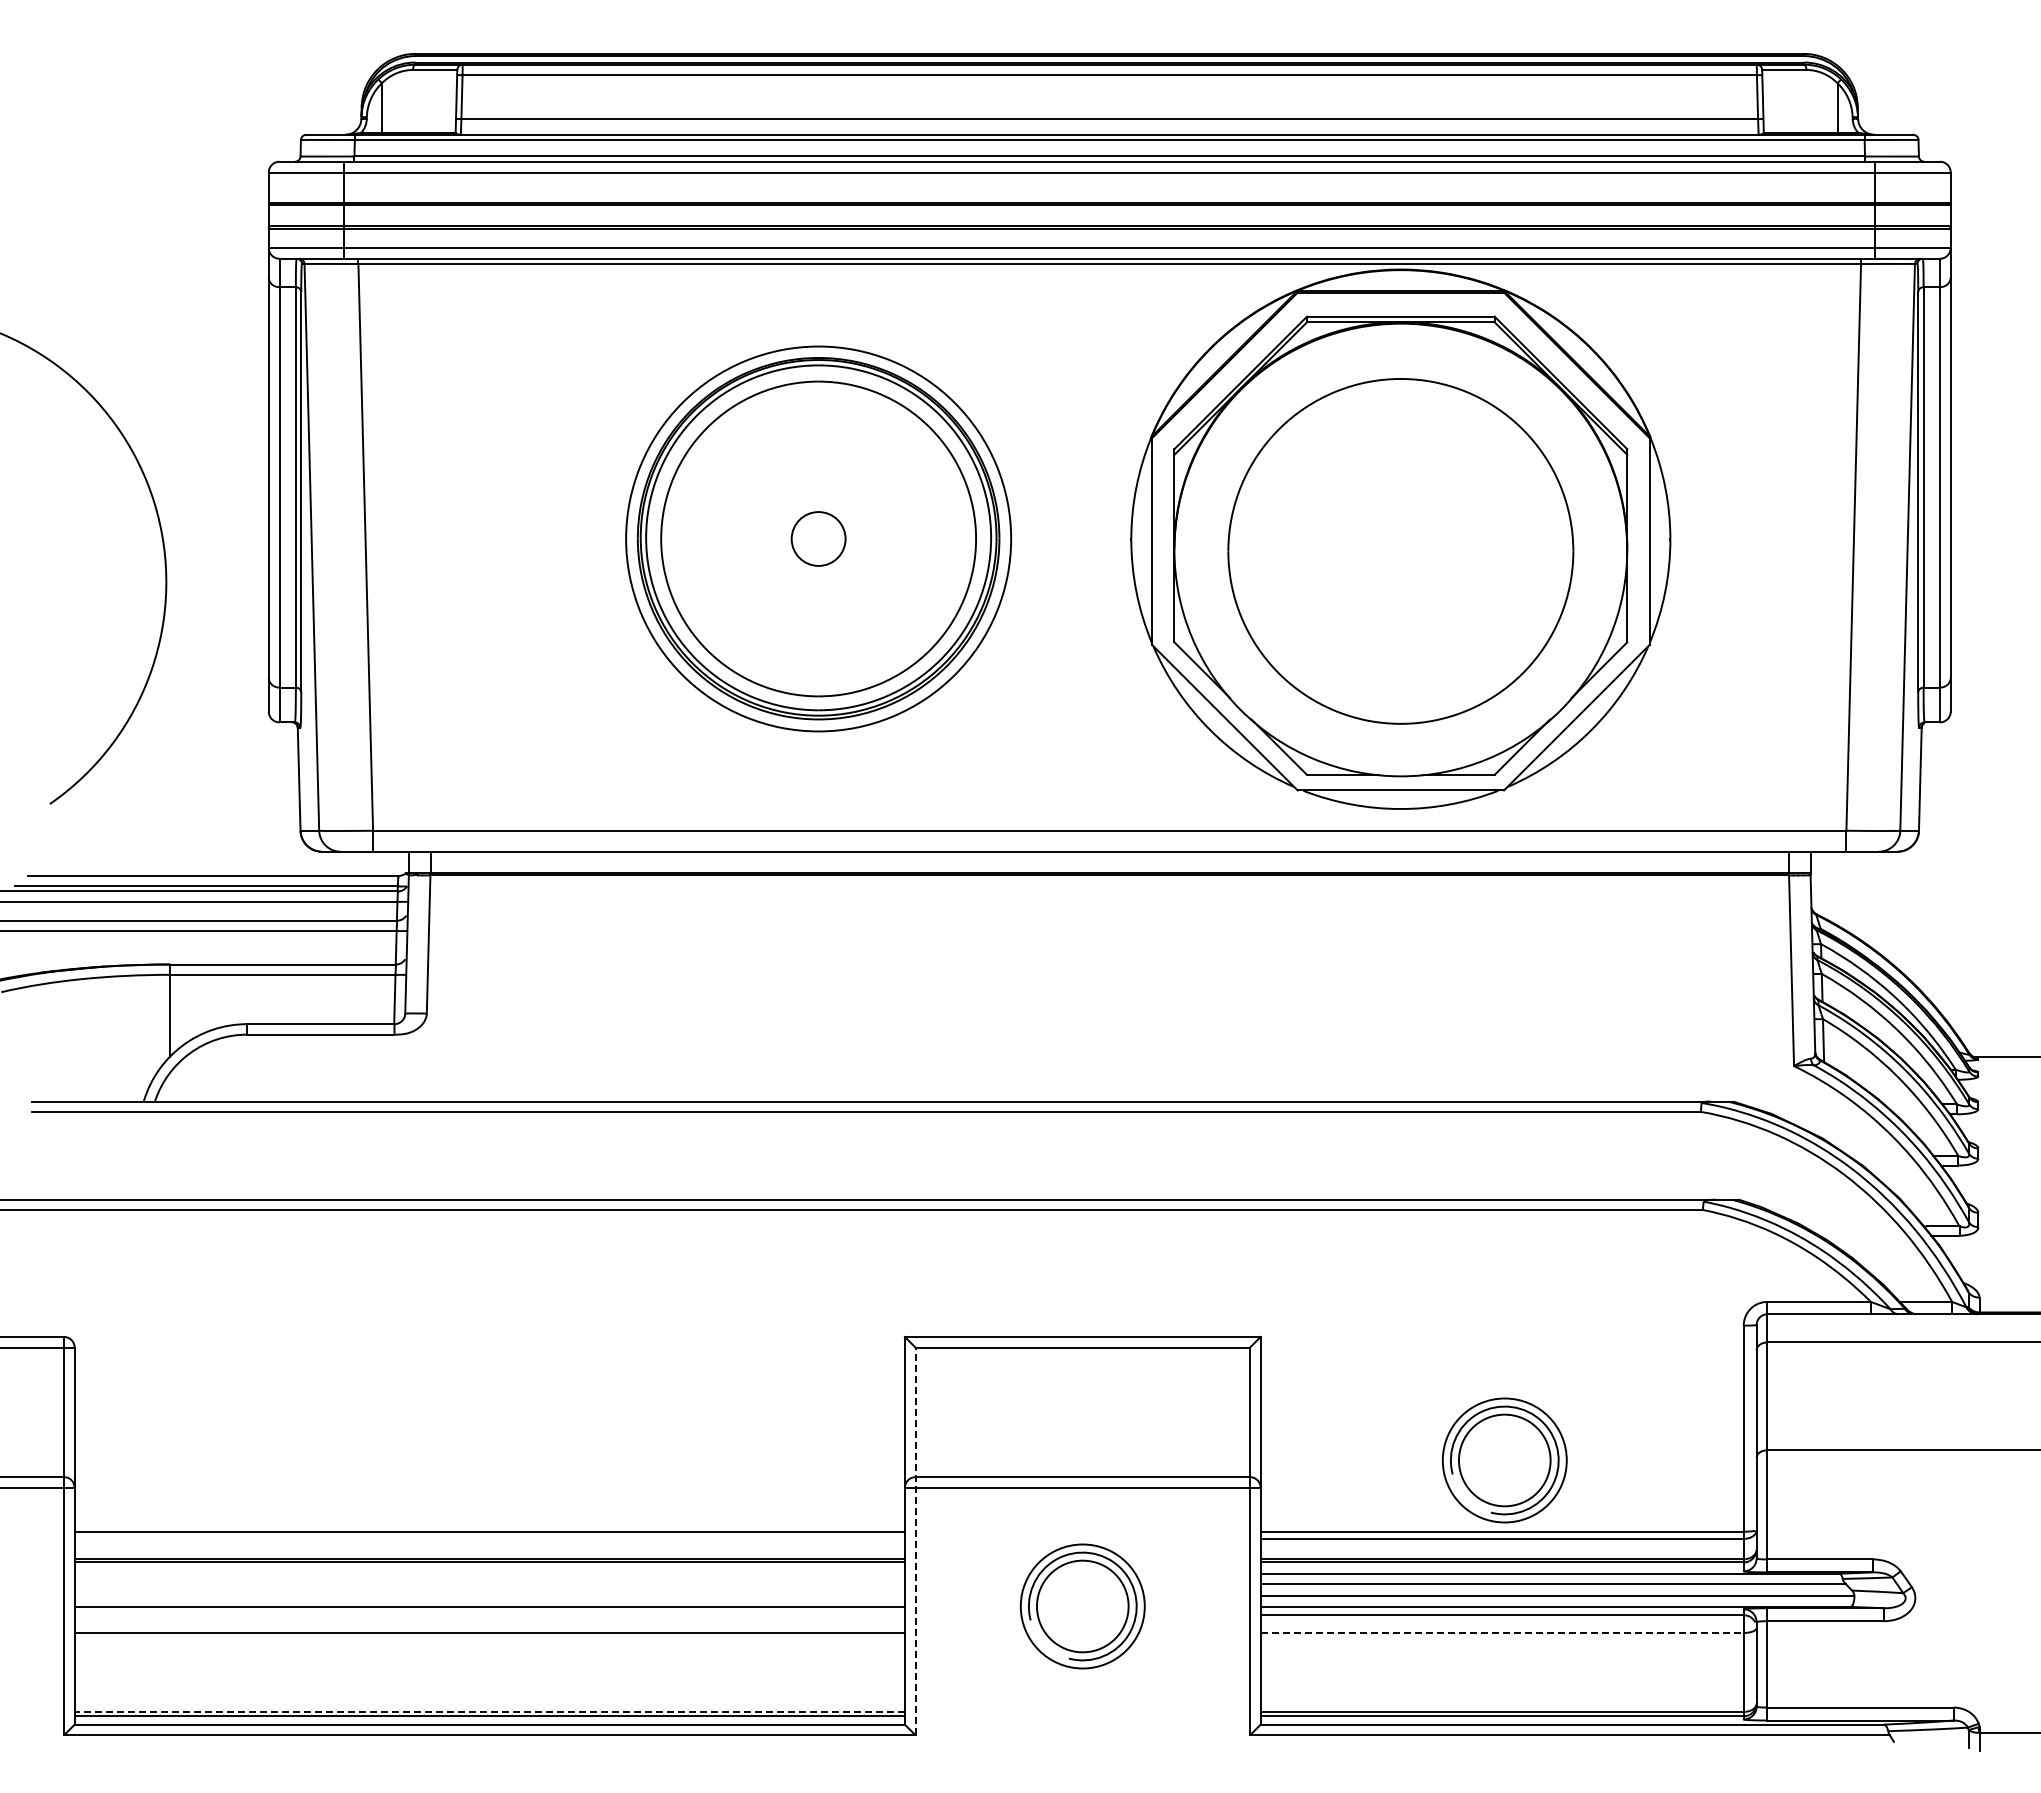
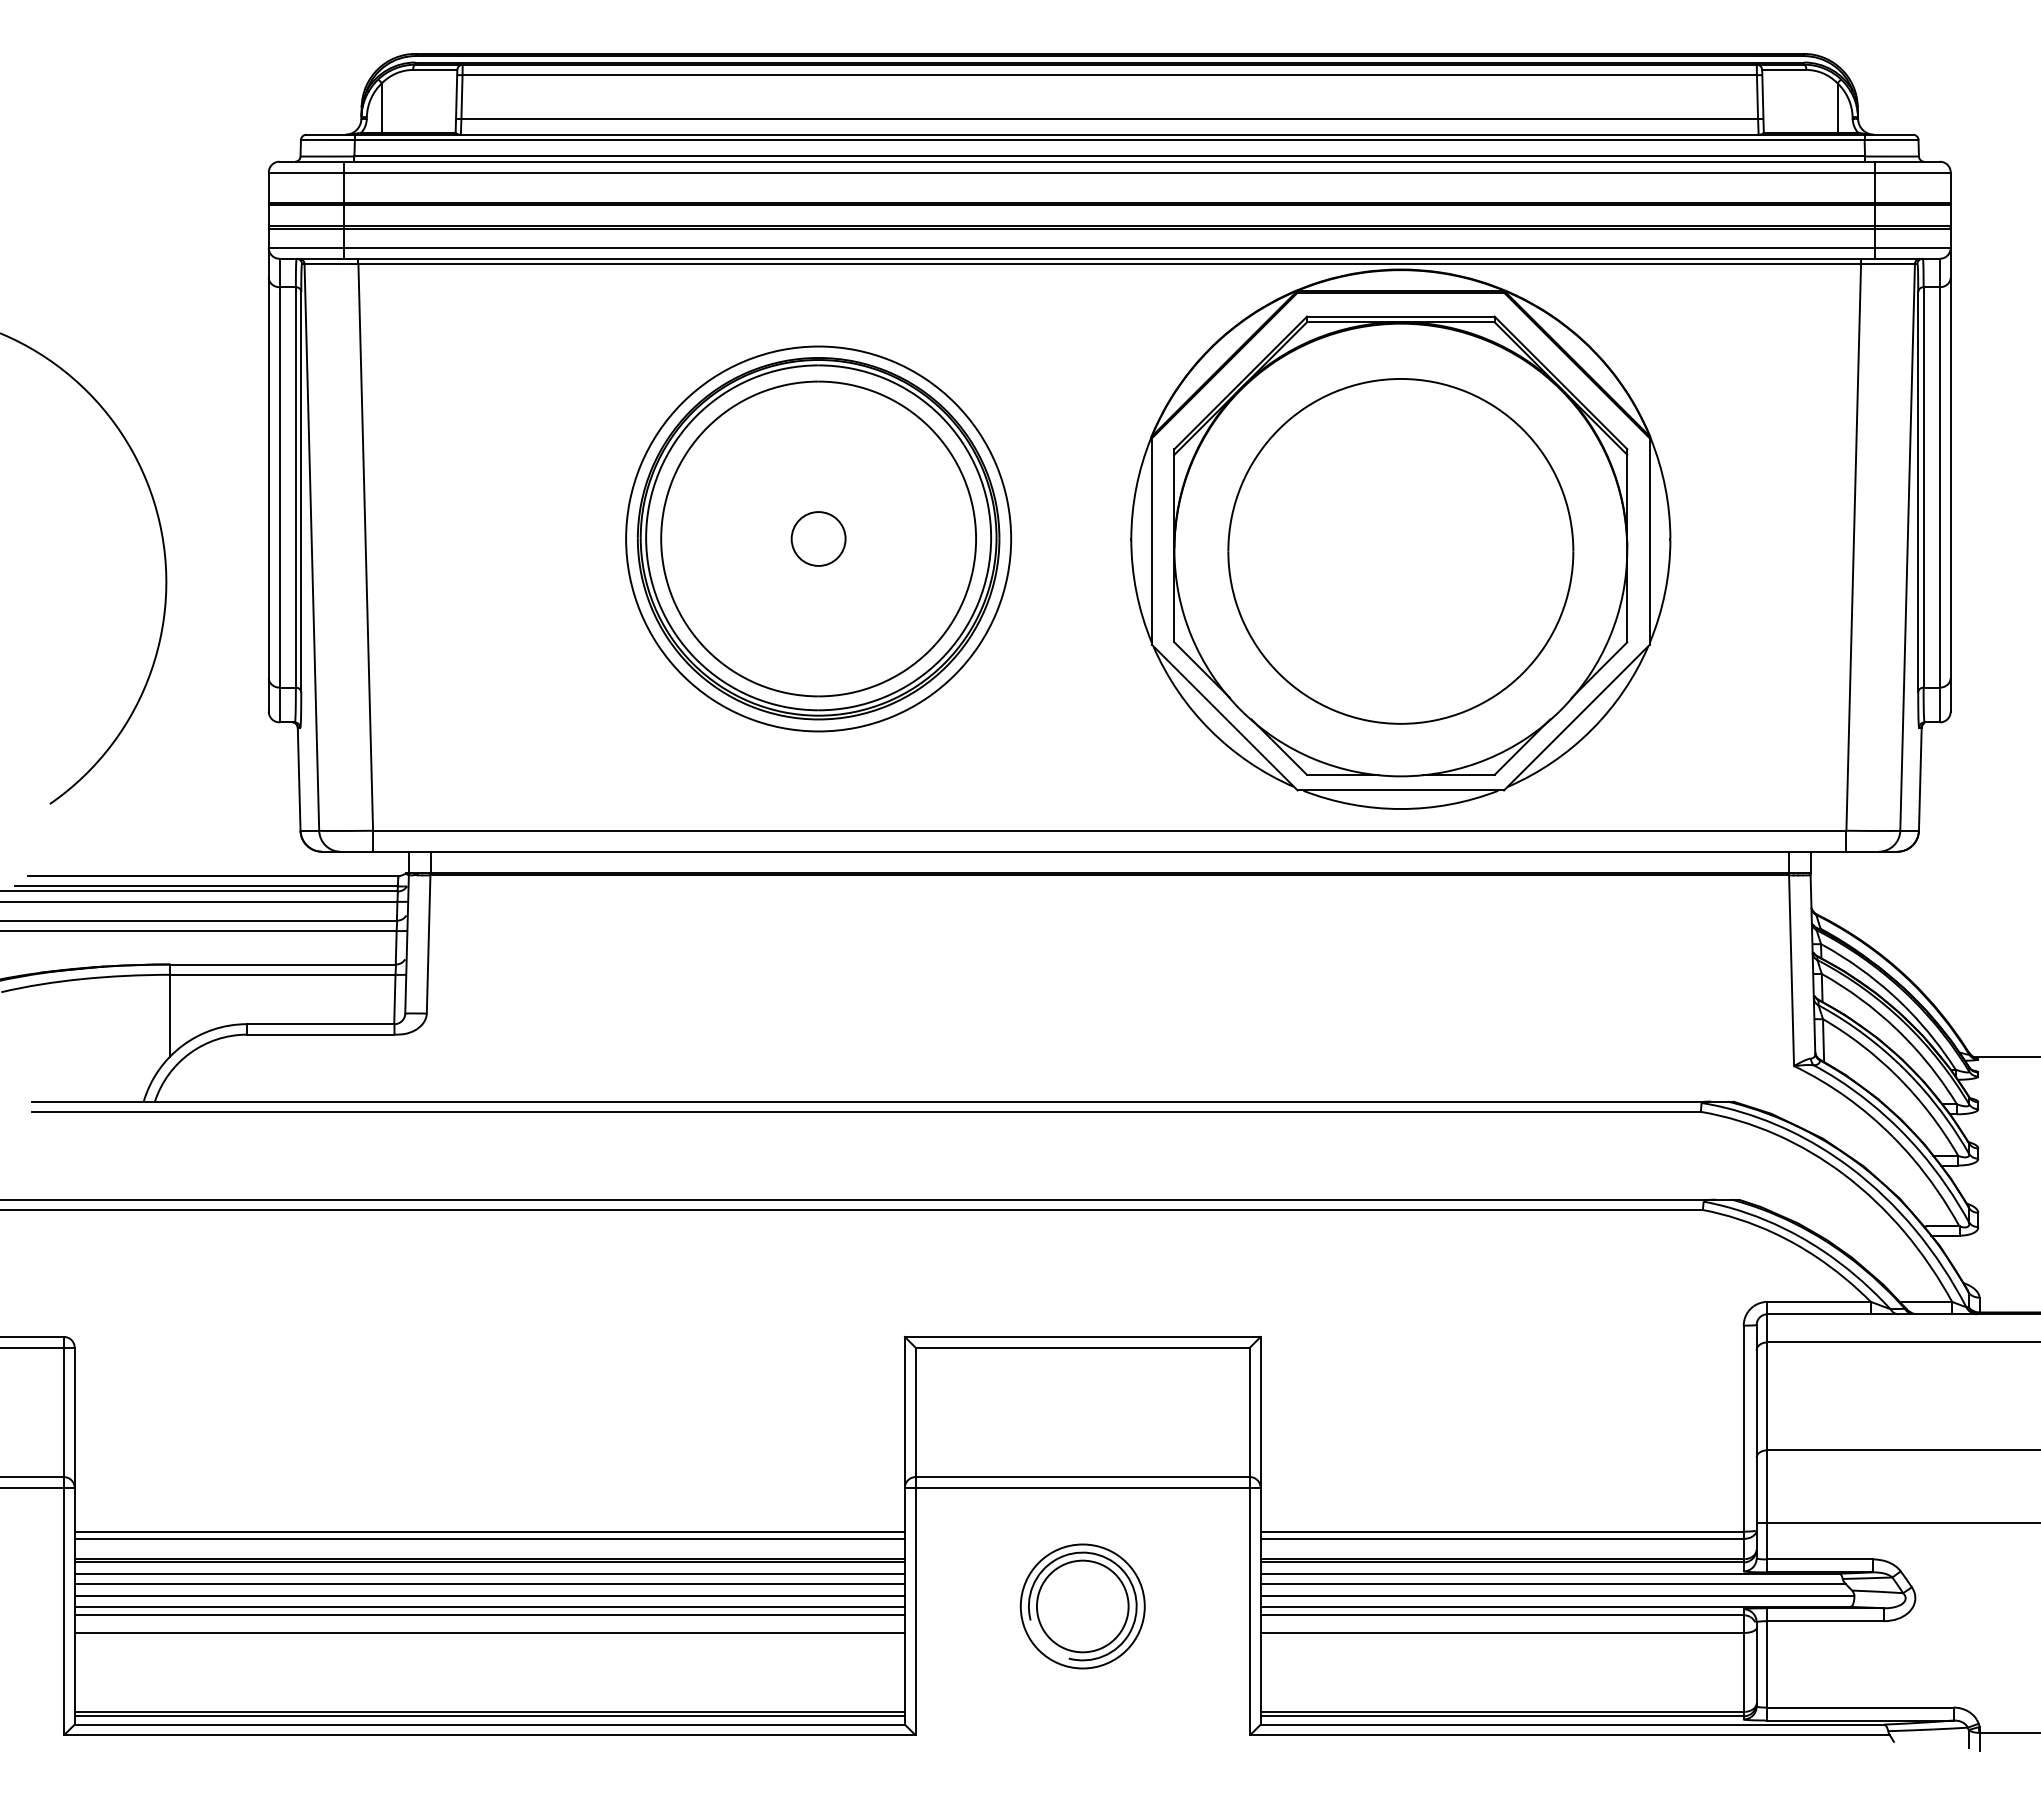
part at (1504, 1460): present -> none
line at (1896, 1523): none -> present
line at (489, 1538): none -> present
line at (915, 1541): dashed -> solid
line at (489, 1573): none -> present
line at (489, 1584): none -> present
line at (489, 1596): none -> present
line at (489, 1615): none -> present
line at (1502, 1632): dashed -> solid
line at (489, 1711): dashed -> solid
